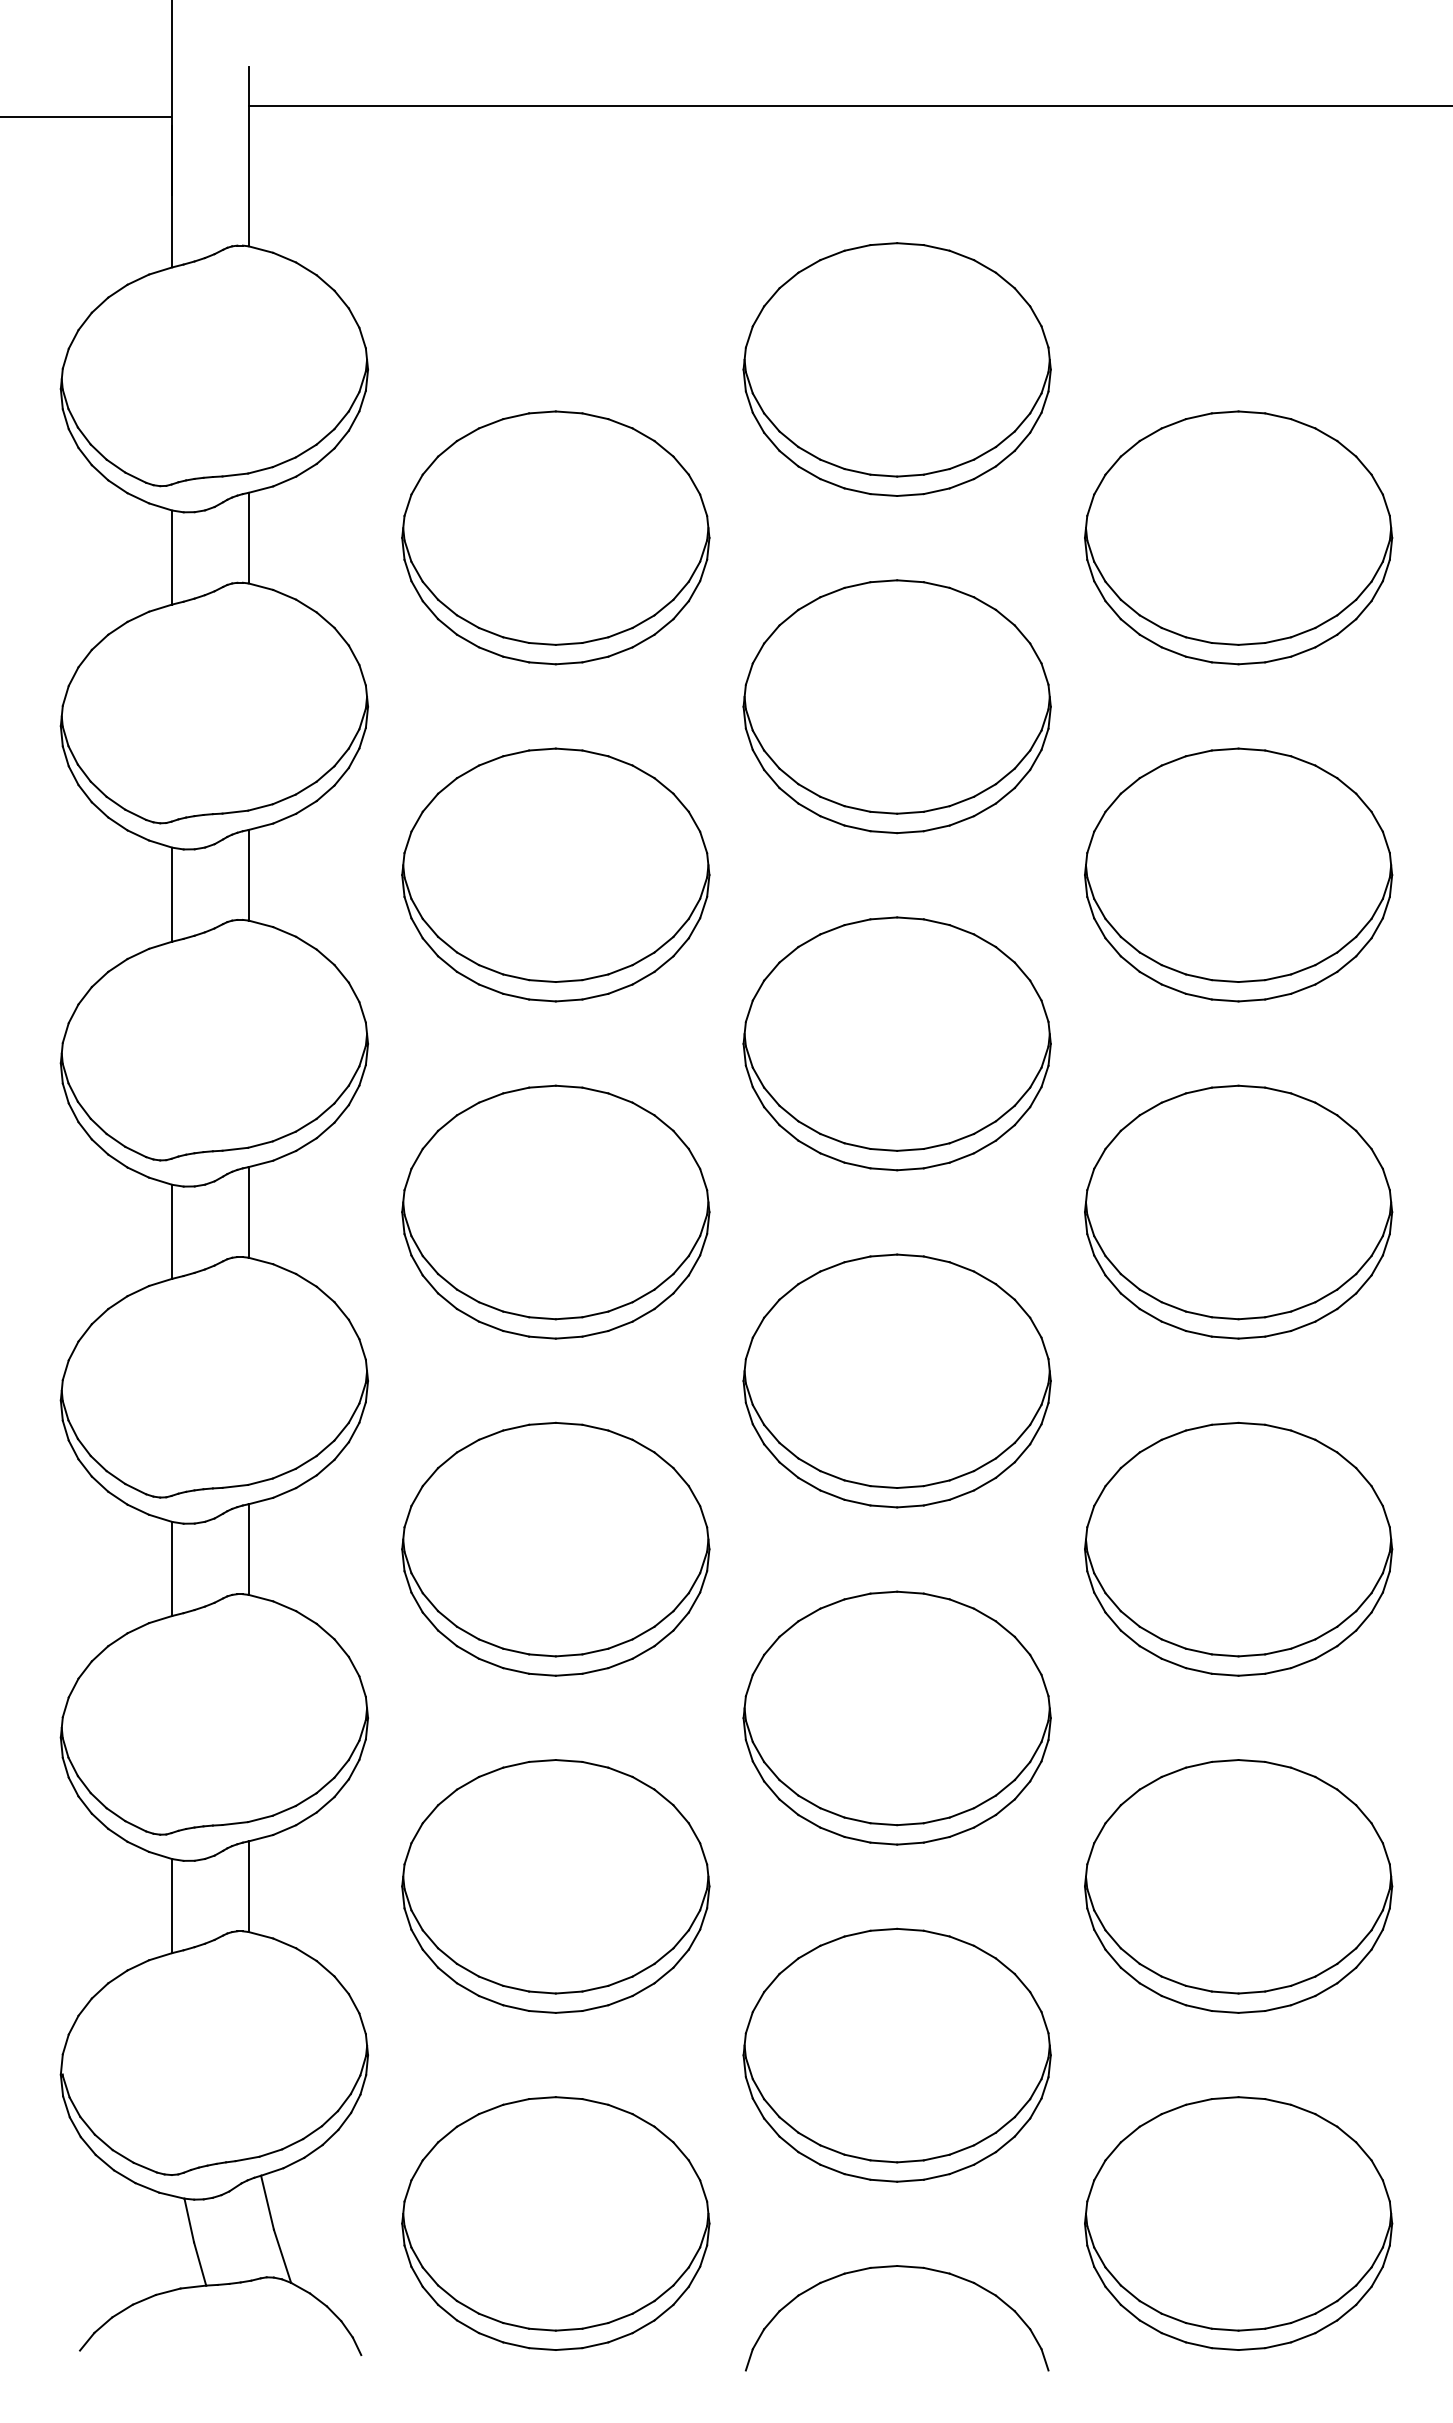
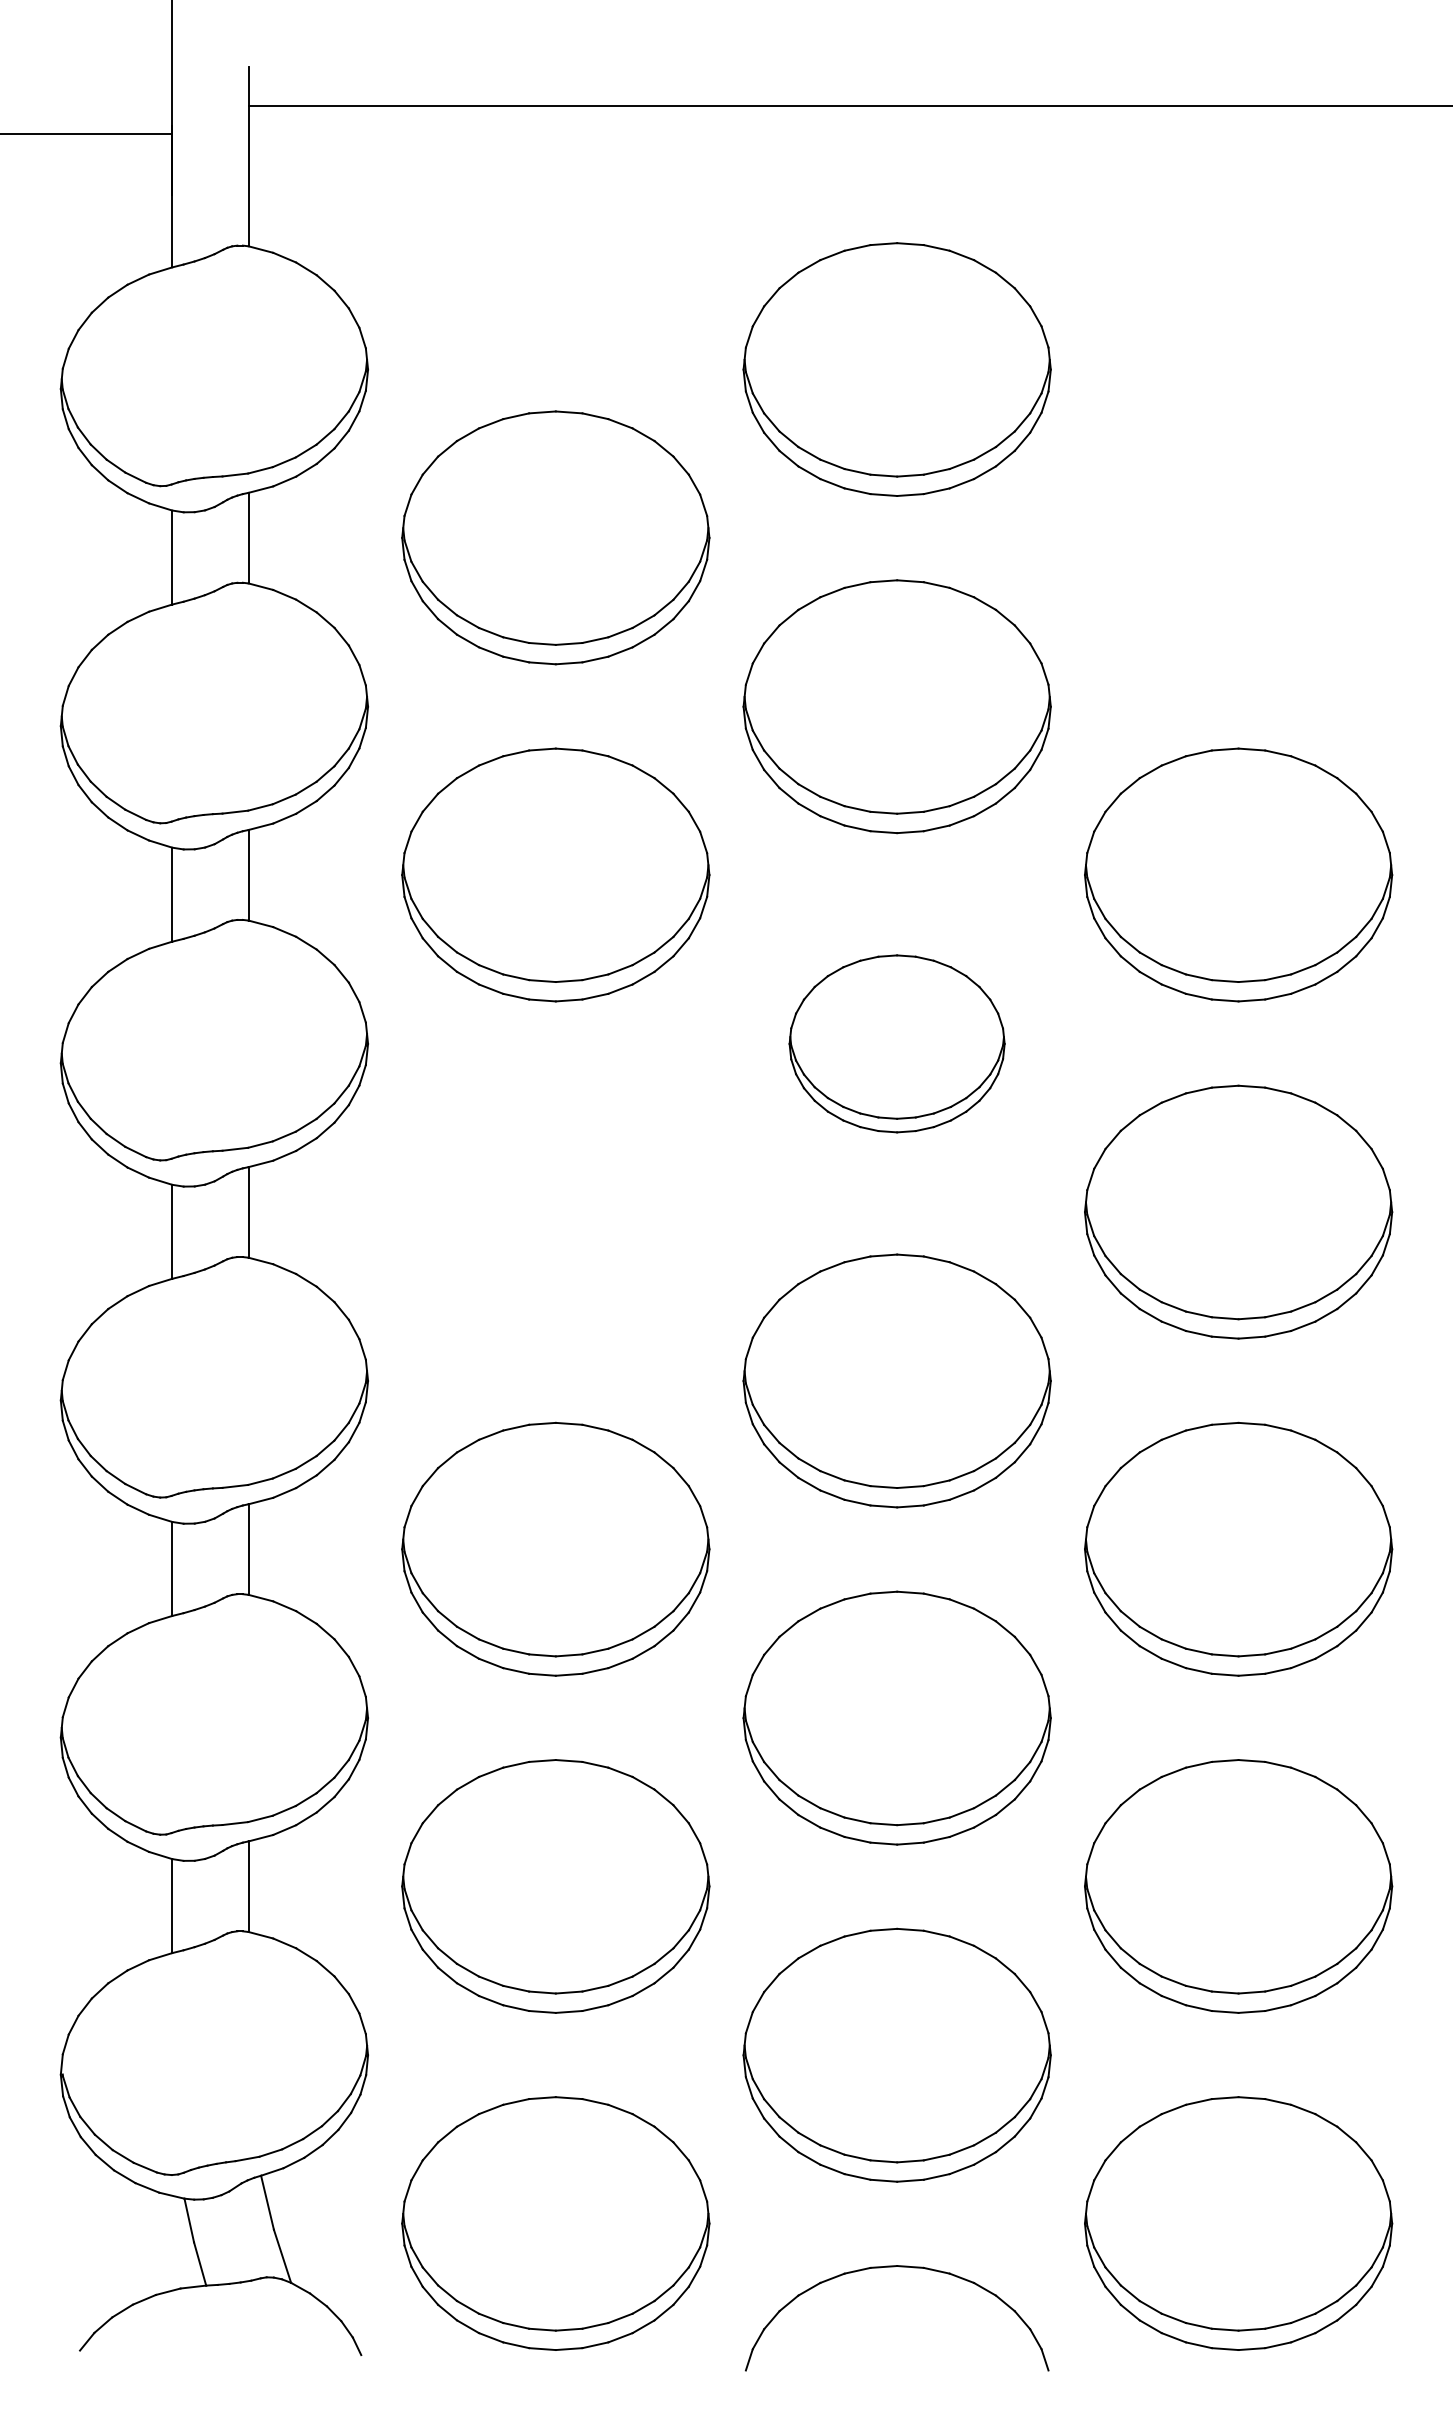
line at (86, 116) position: (86, 116) -> (86, 133)
part at (1238, 537): present -> none
part at (896, 1043) size: 310x256 px -> 218x180 px
part at (555, 1211): present -> none
